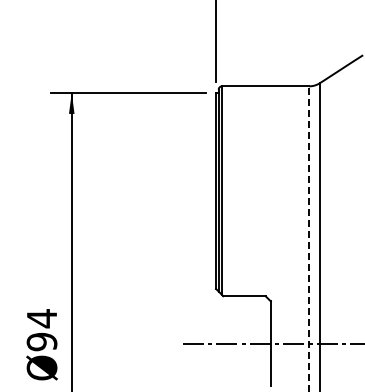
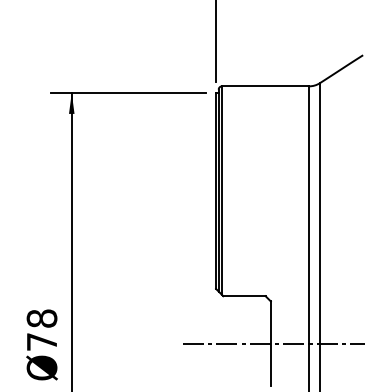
line at (309, 239): dashed -> solid
text at (41, 330): Ø94 -> Ø78
